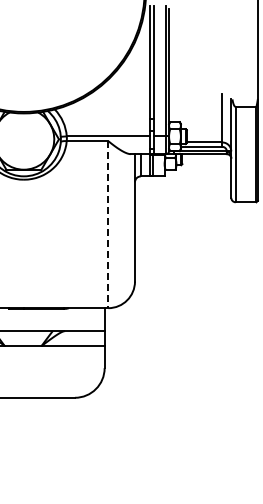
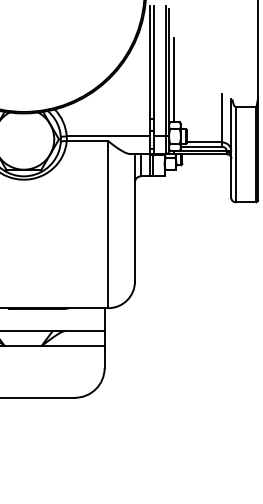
line at (173, 80): none -> present
line at (108, 224): dashed -> solid
